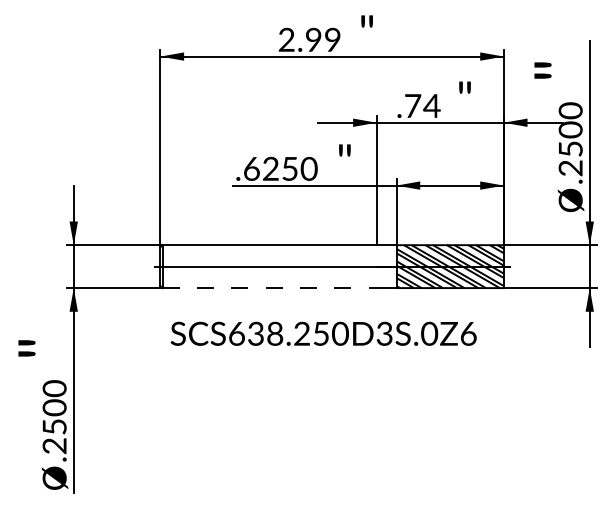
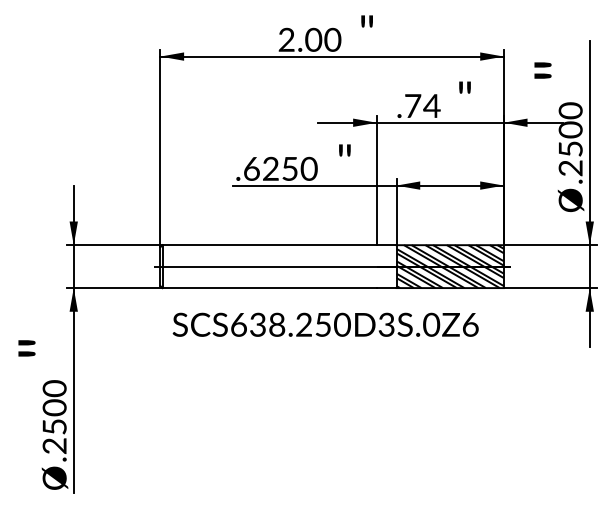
text at (323, 40): 2.99 -> 2.00
line at (270, 288): dashed -> solid
text at (323, 333) position: (323, 333) -> (325, 324)
